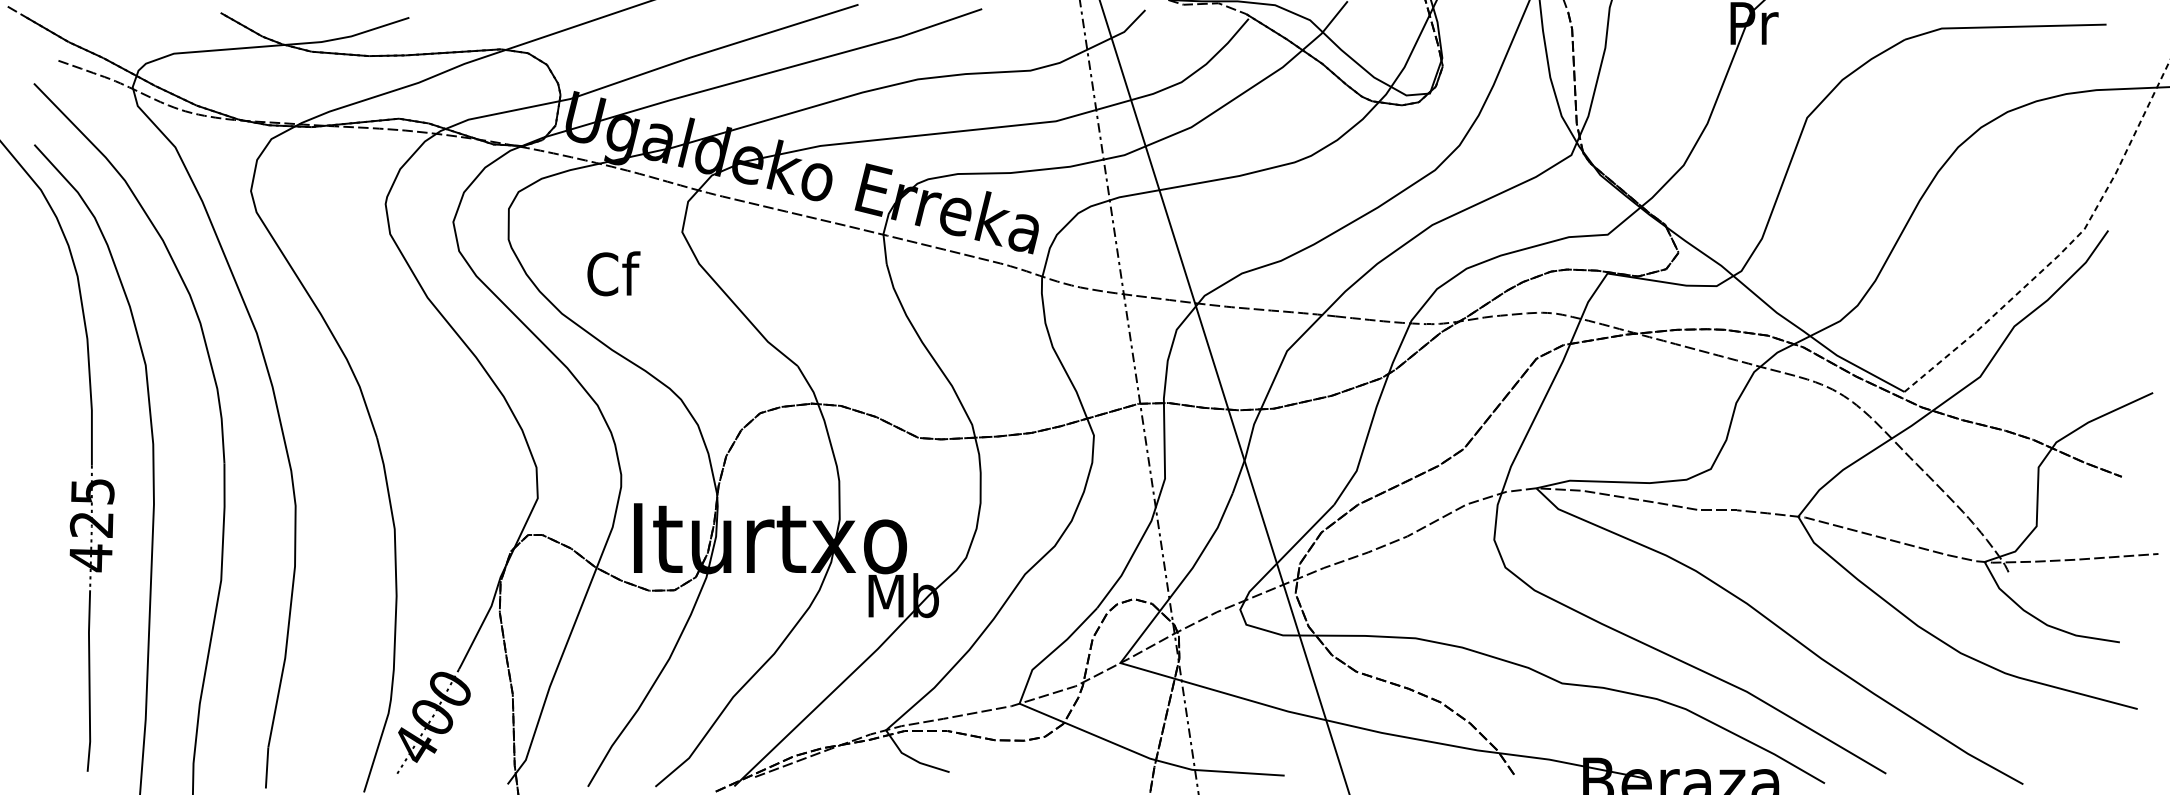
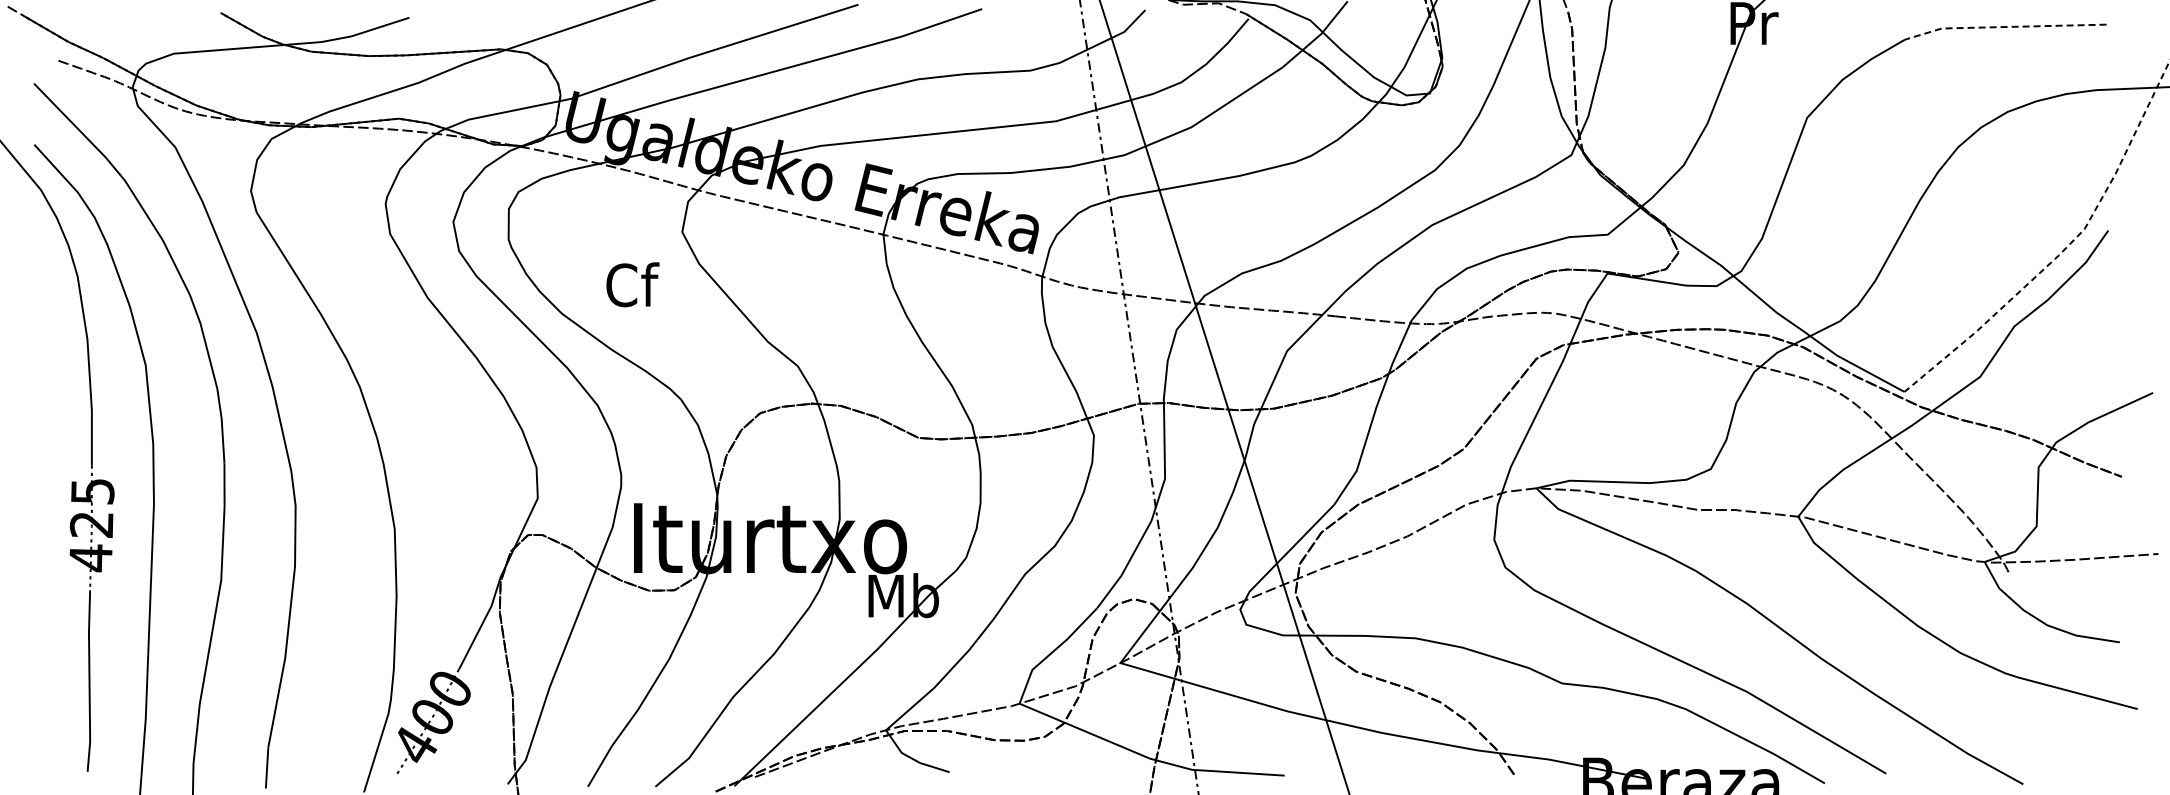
line at (2003, 27): solid -> dashed
text at (613, 273) position: (613, 273) -> (632, 284)
